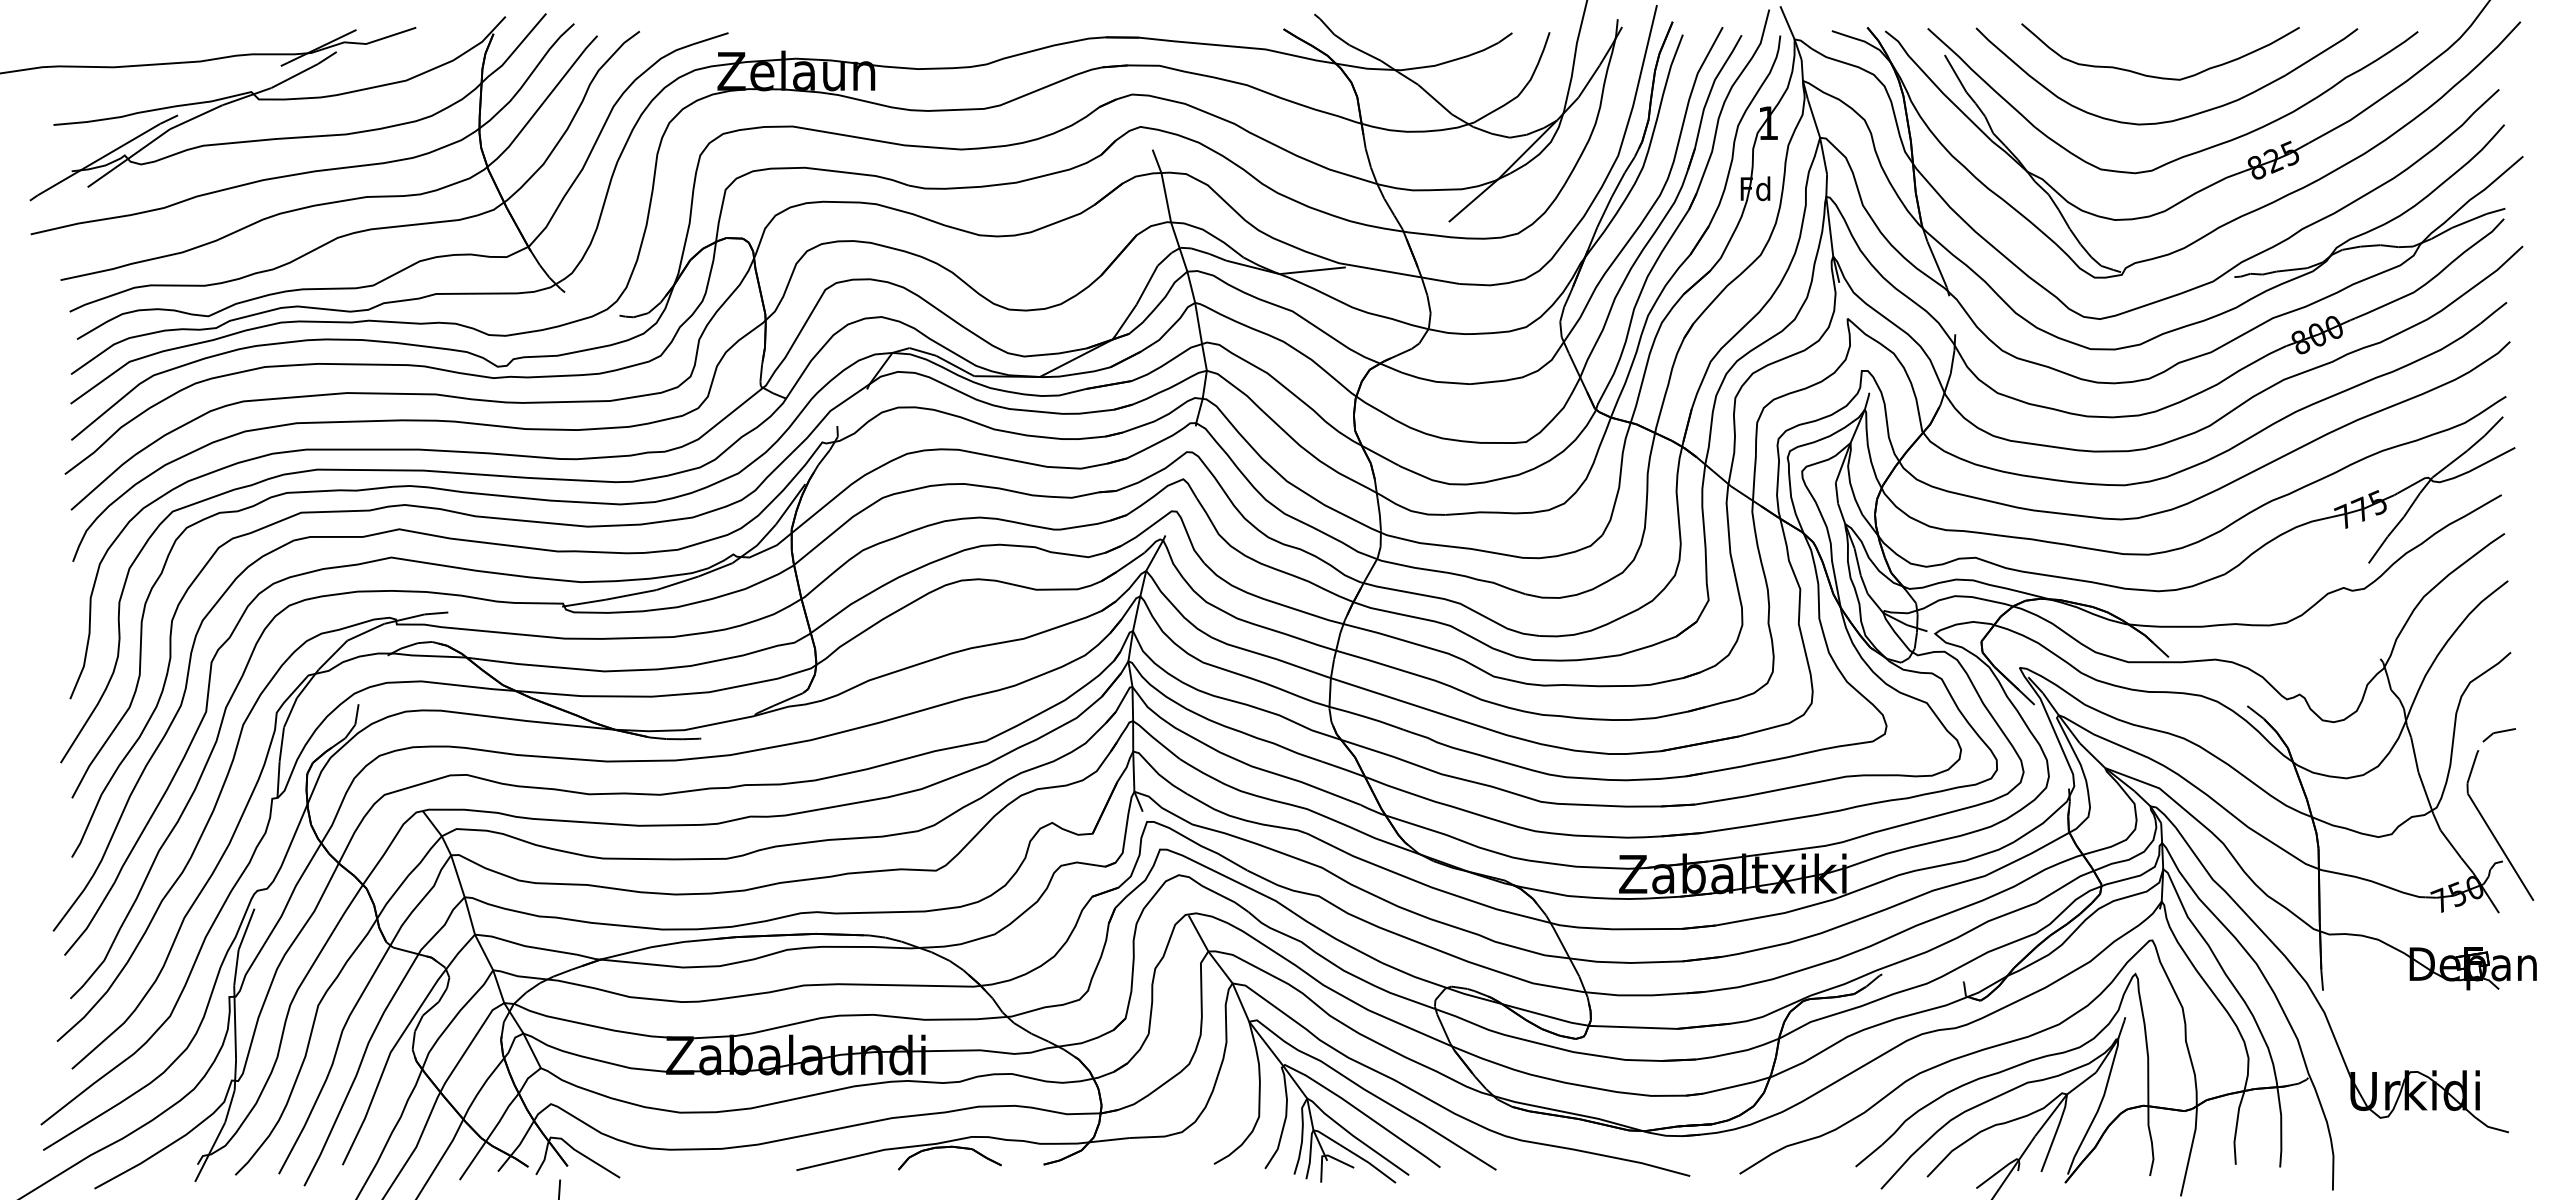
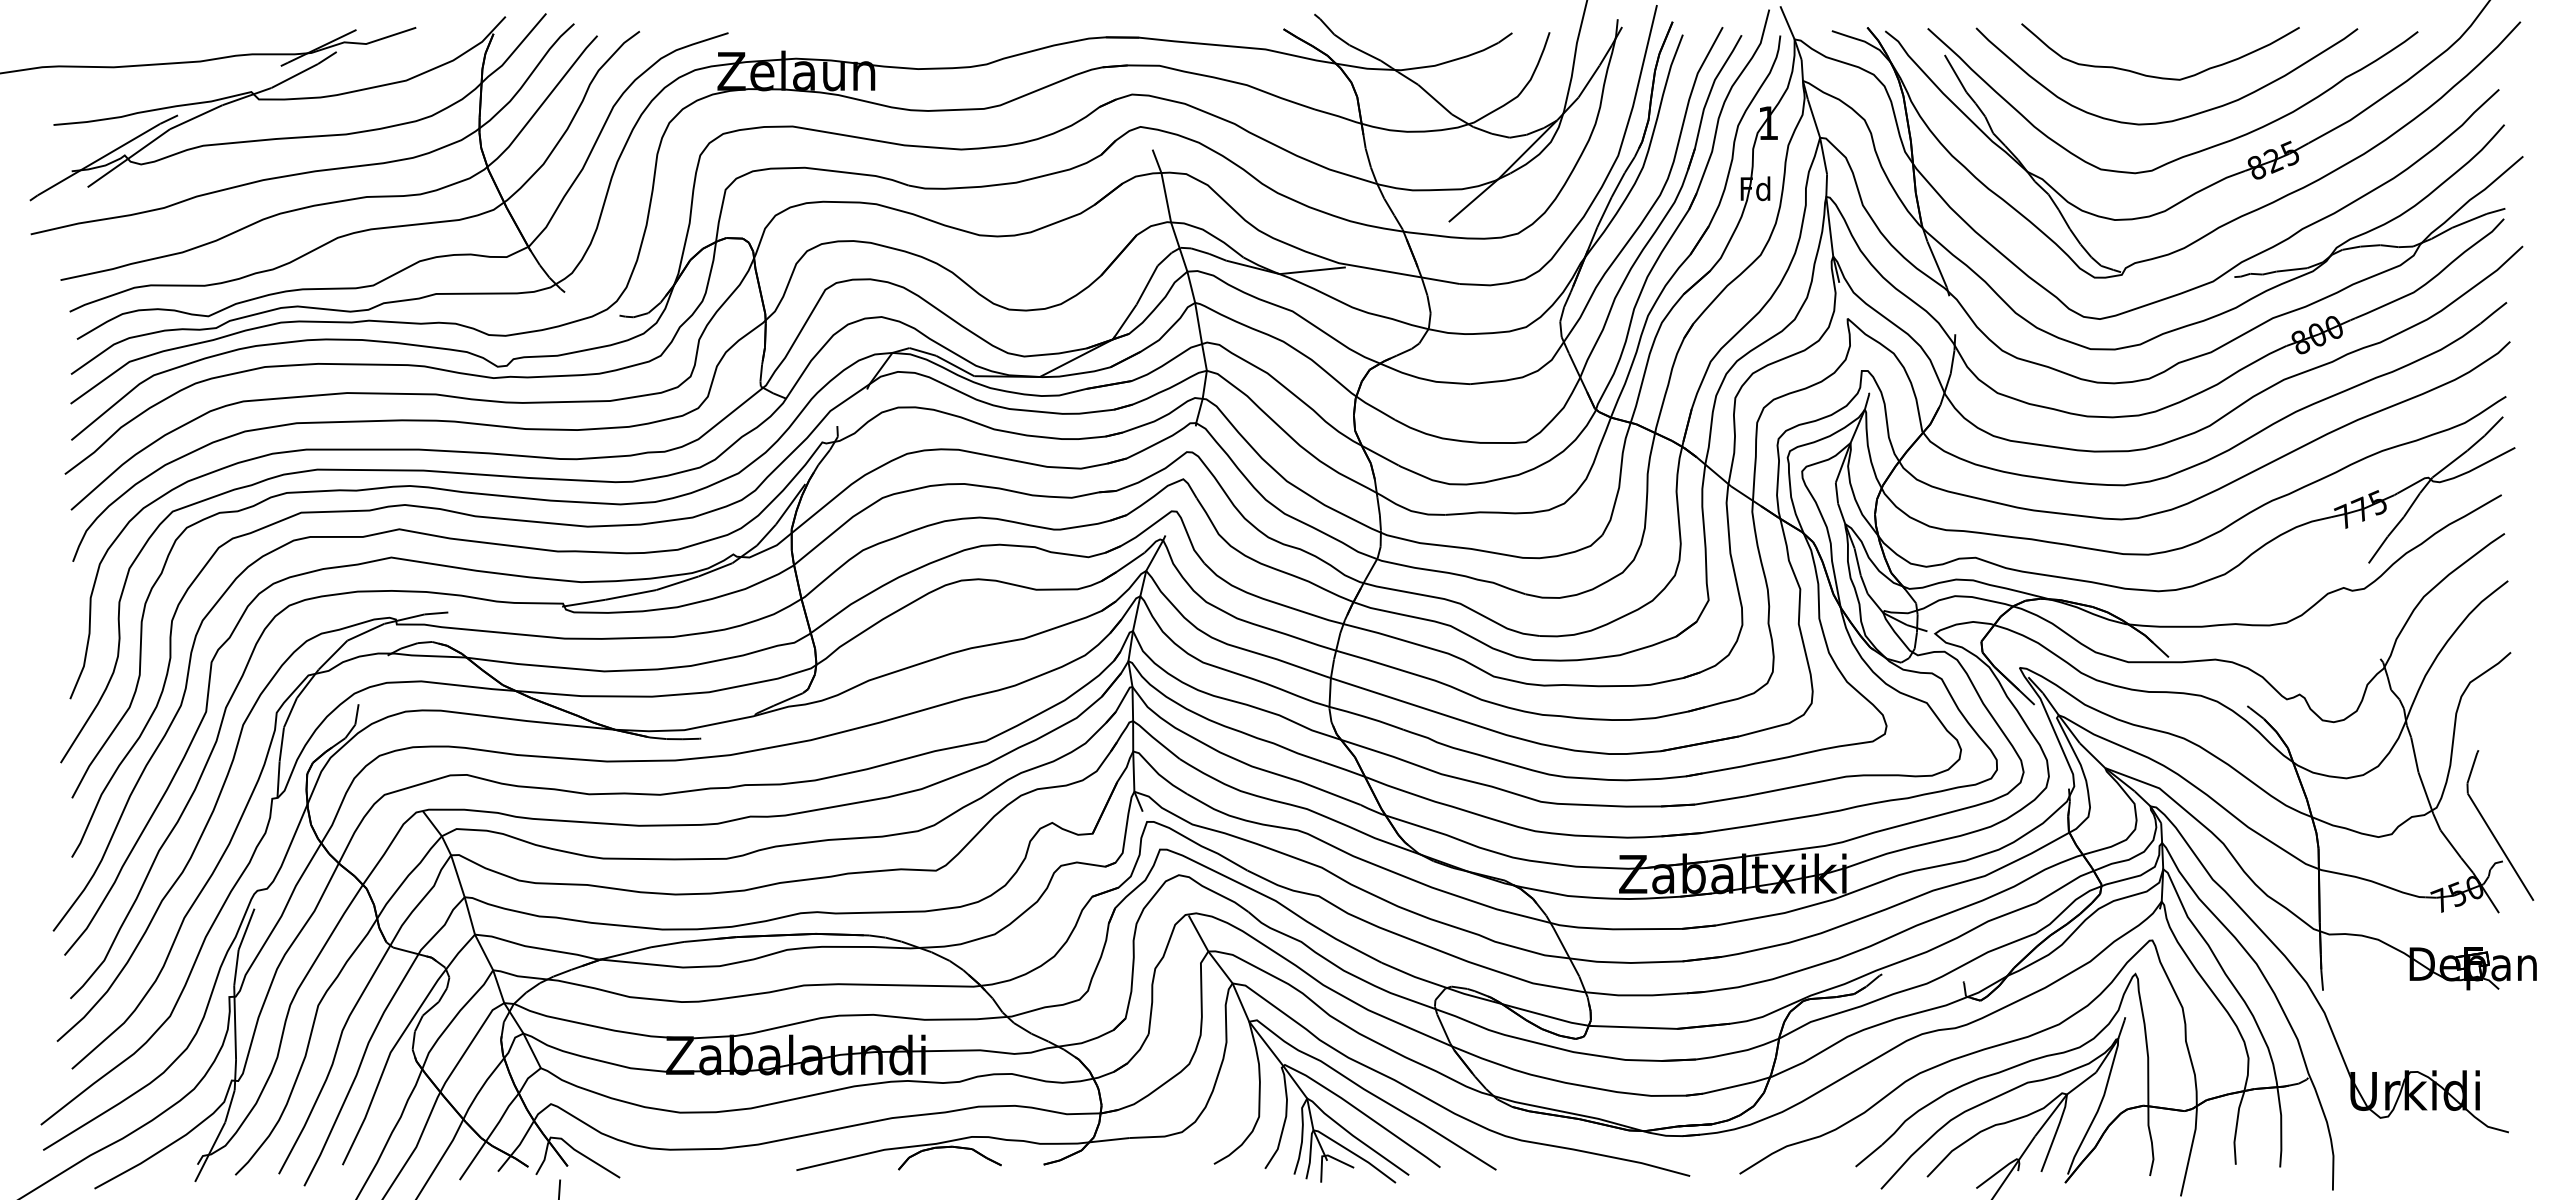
line at (2498, 733): present -> none
